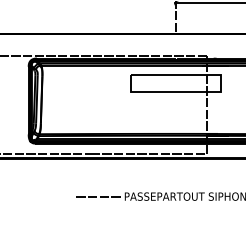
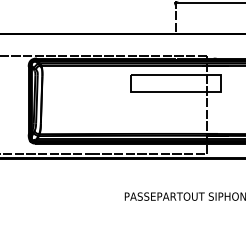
line at (99, 197): present -> none
